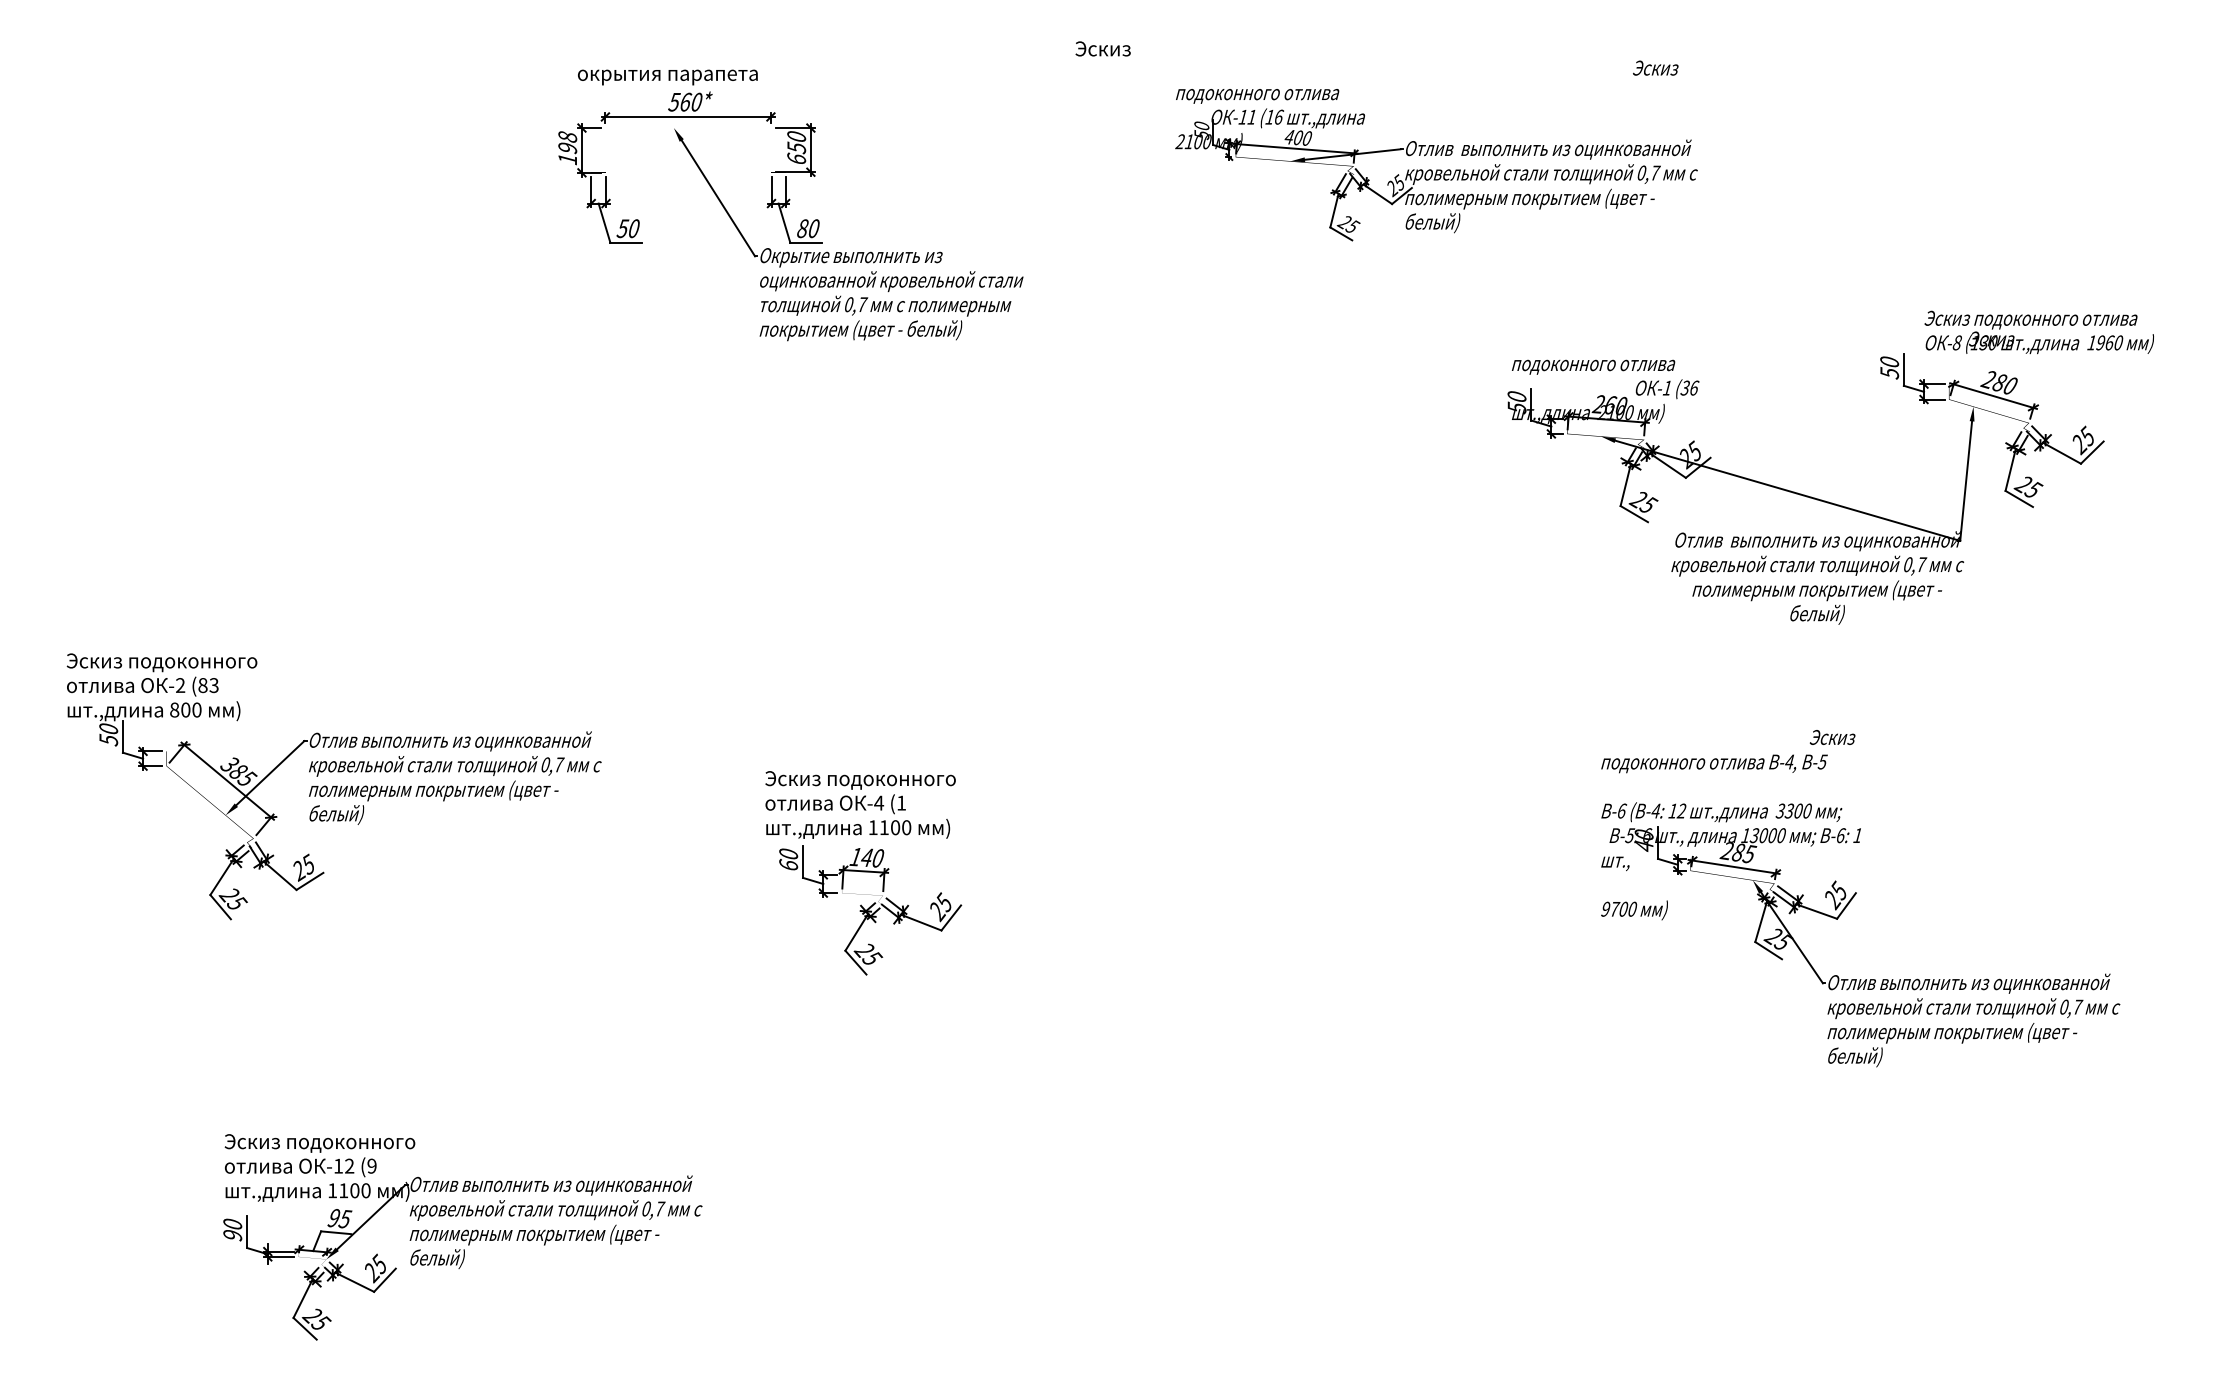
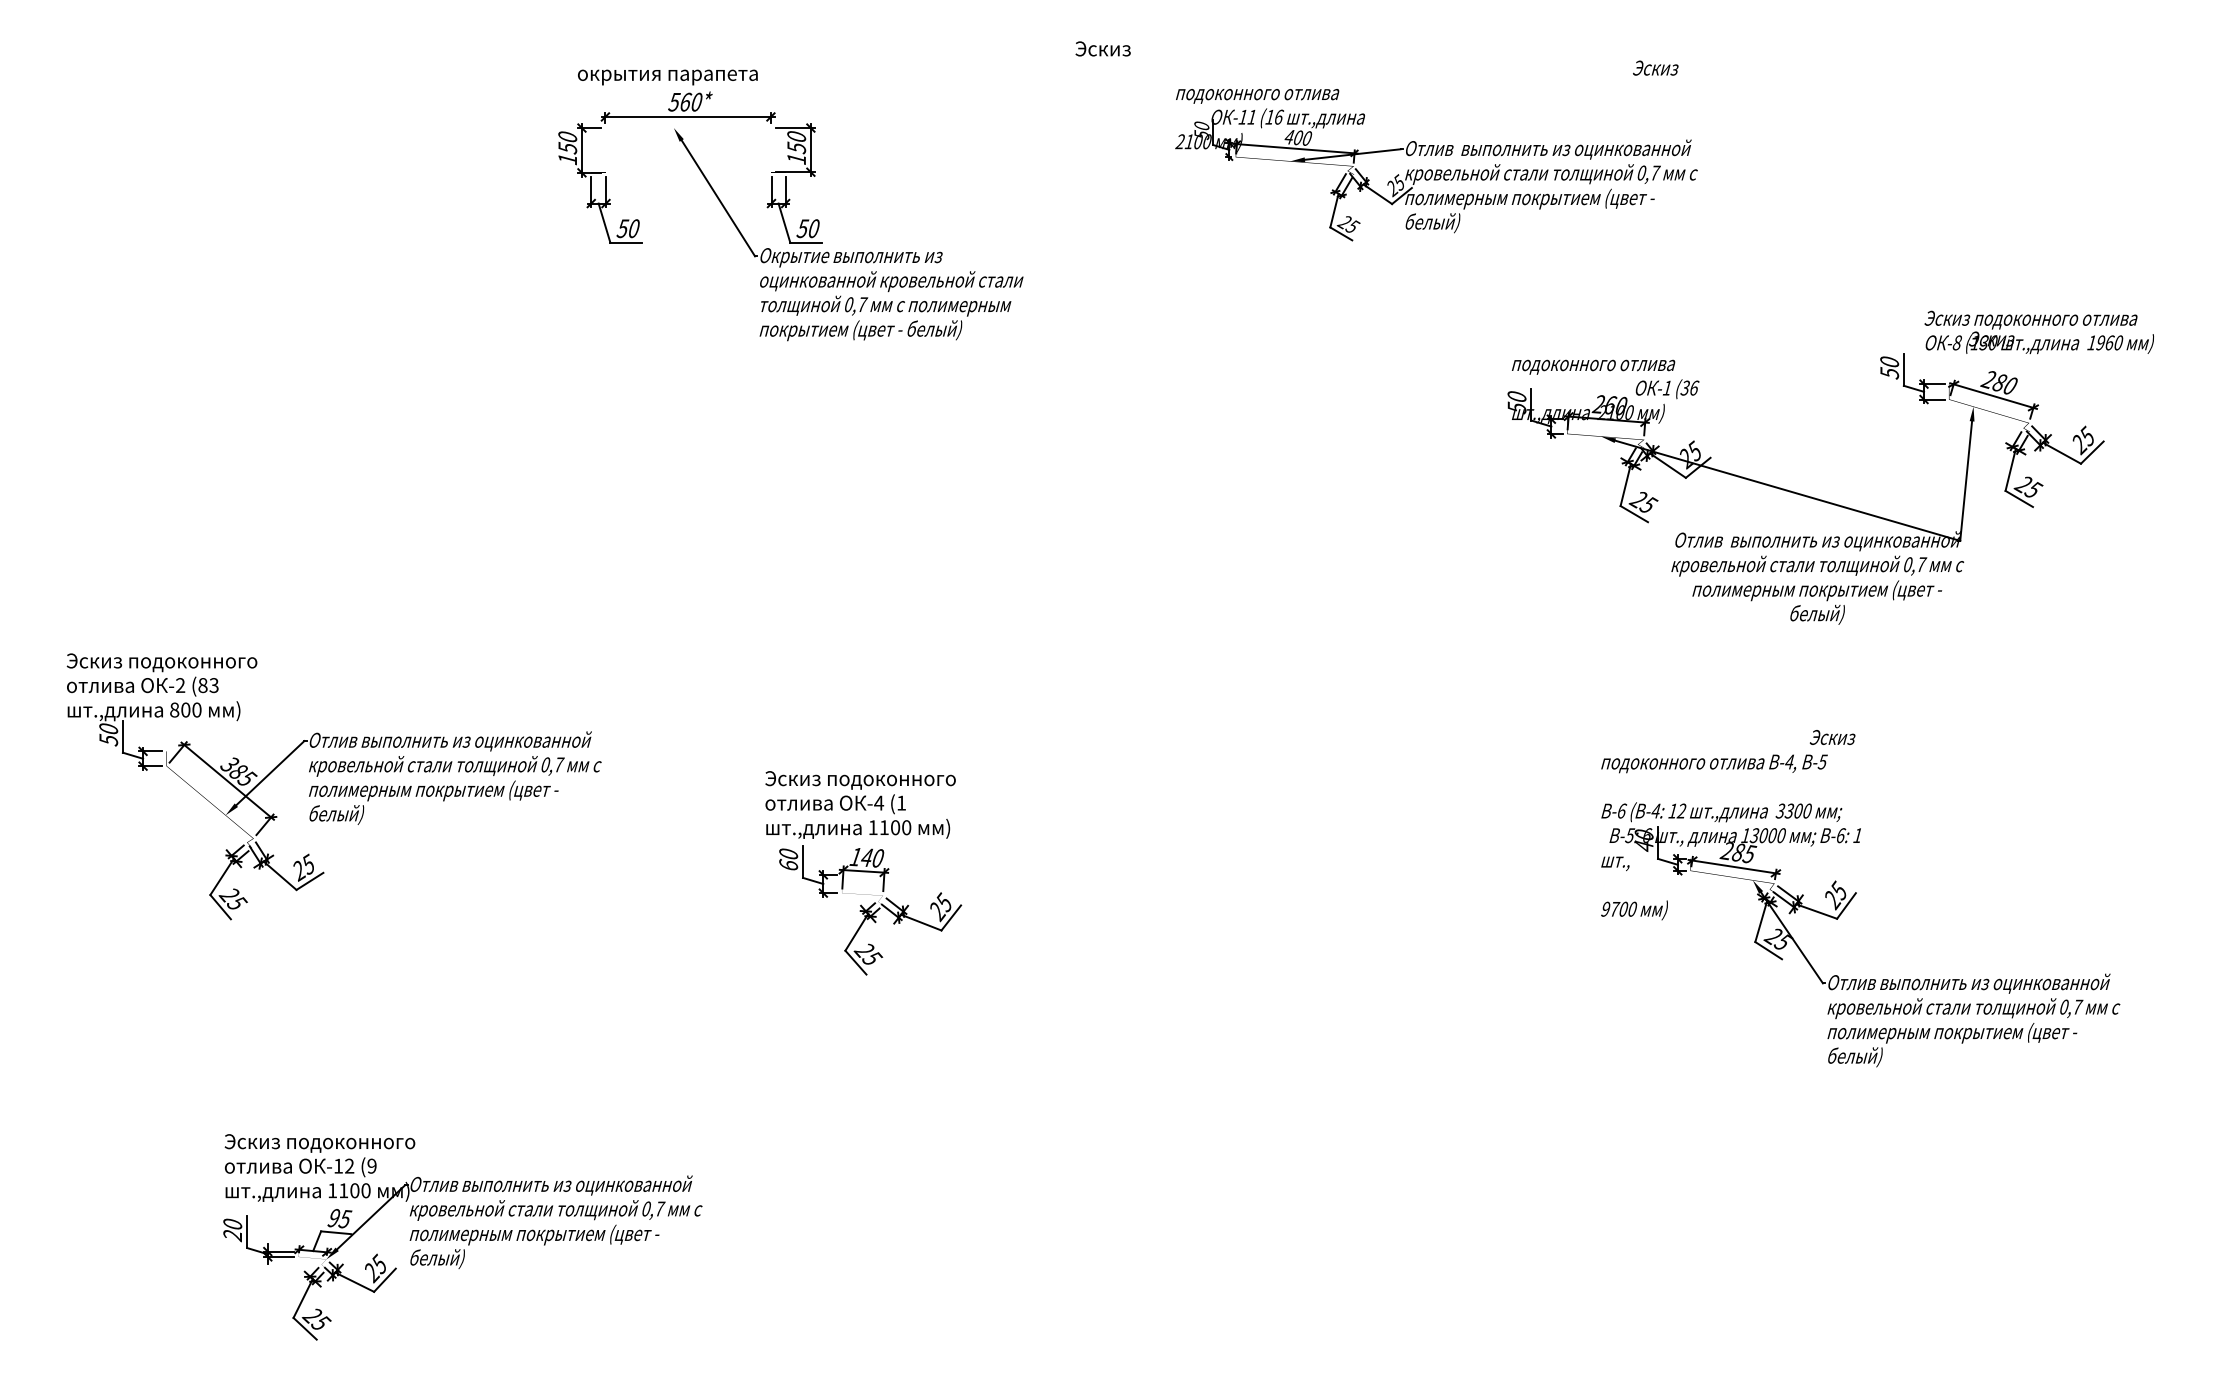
text at (567, 142): 198 -> 150
text at (796, 158): 650 -> 150
text at (802, 228): 80 -> 50
text at (232, 1236): 90 -> 20
